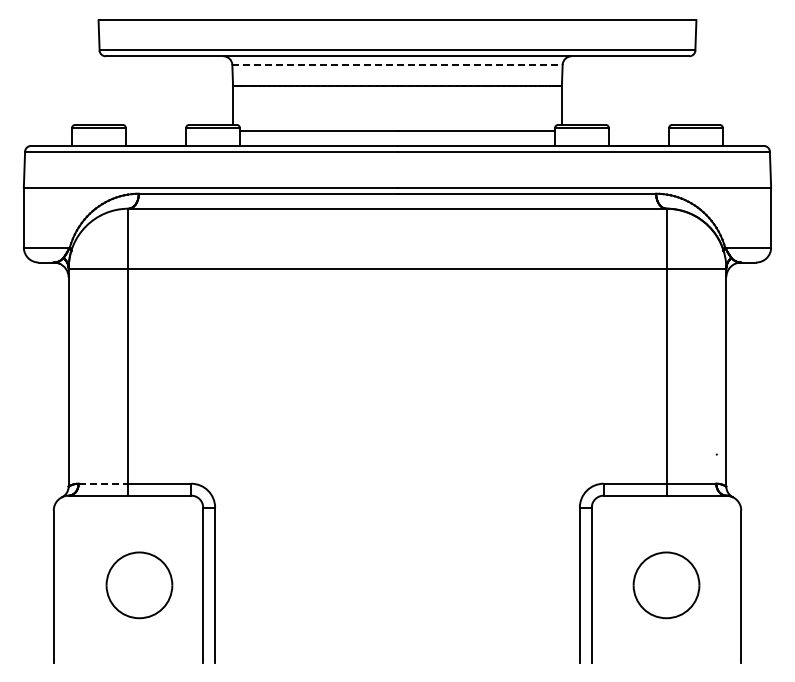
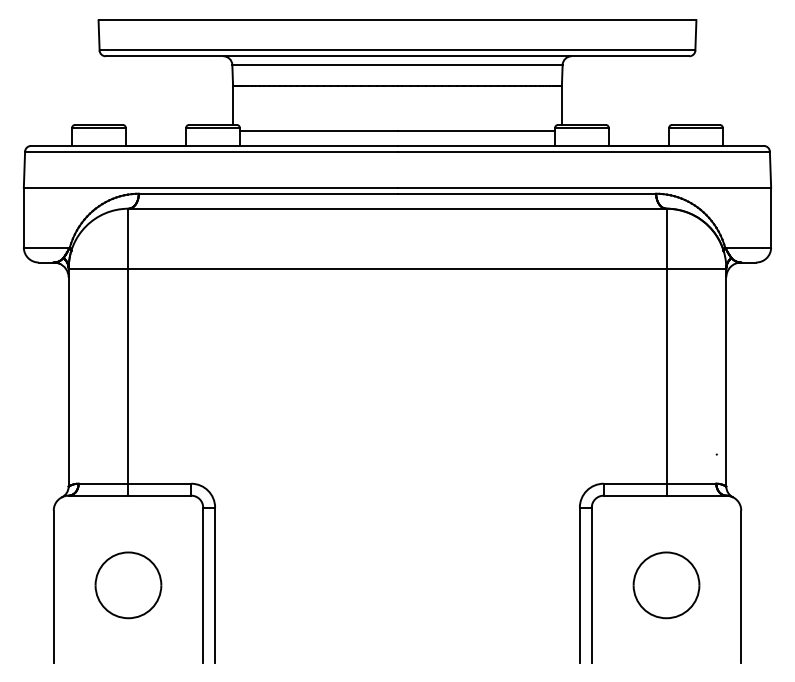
line at (397, 64): dashed -> solid
line at (103, 483): dashed -> solid
part at (139, 585) position: (139, 585) -> (128, 585)
